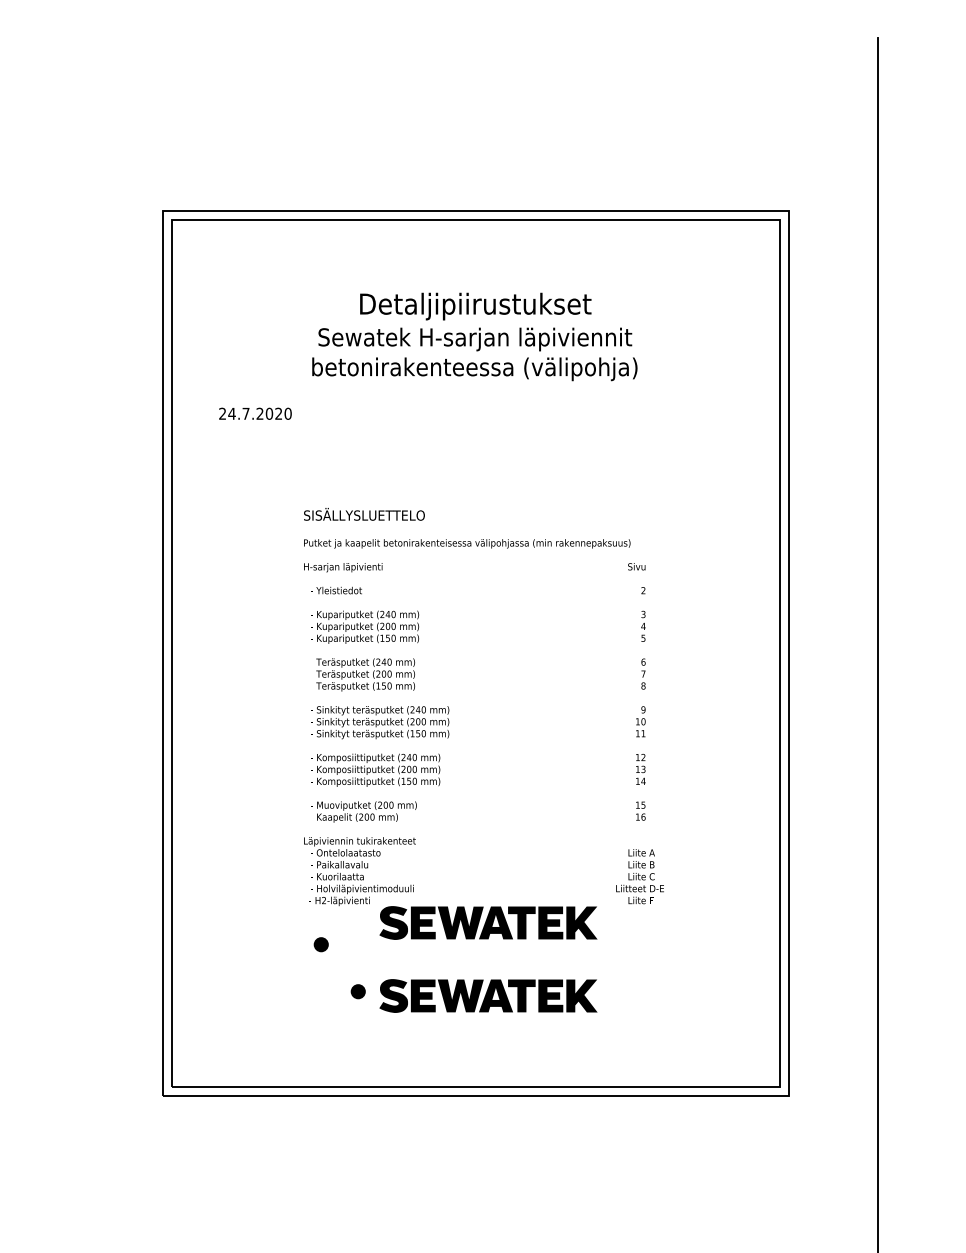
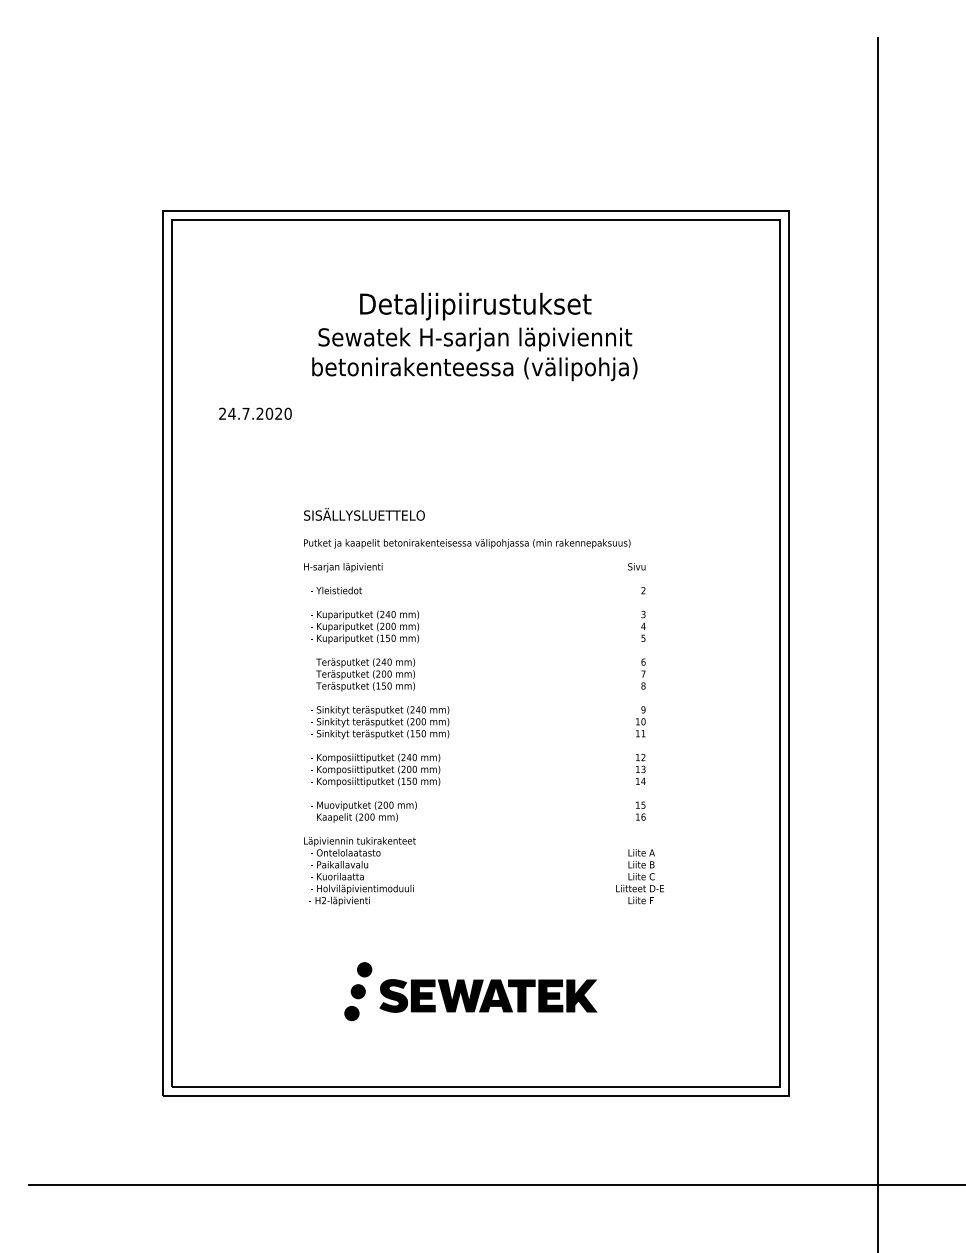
part at (488, 922): present -> none
part at (320, 944): present -> none
fill at (364, 969): none -> present
fill at (351, 1013): none -> present
line at (495, 1185): none -> present
